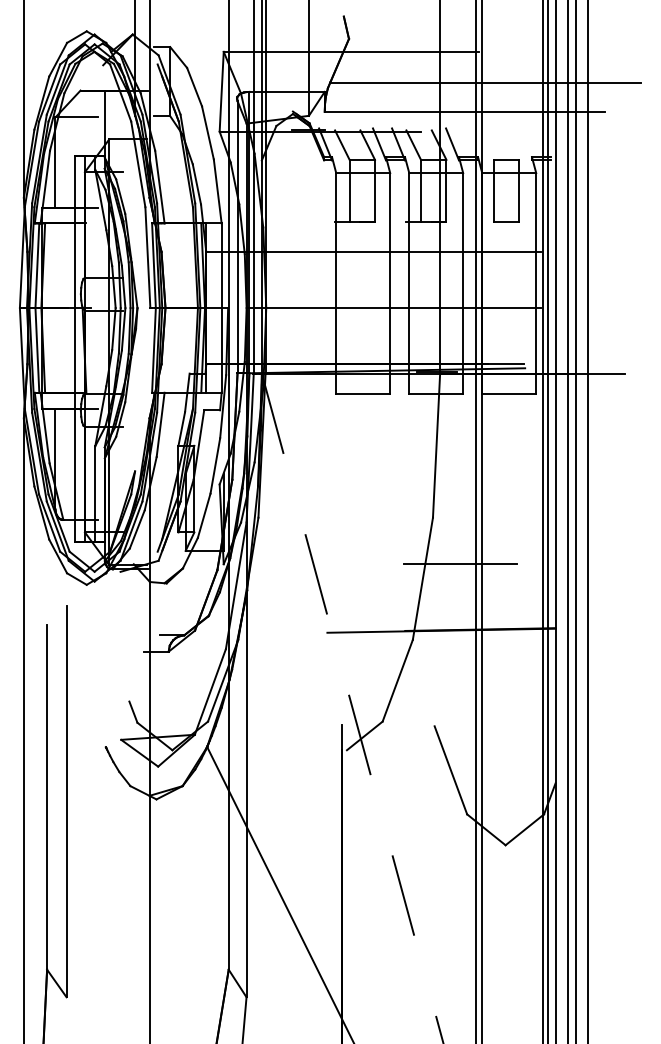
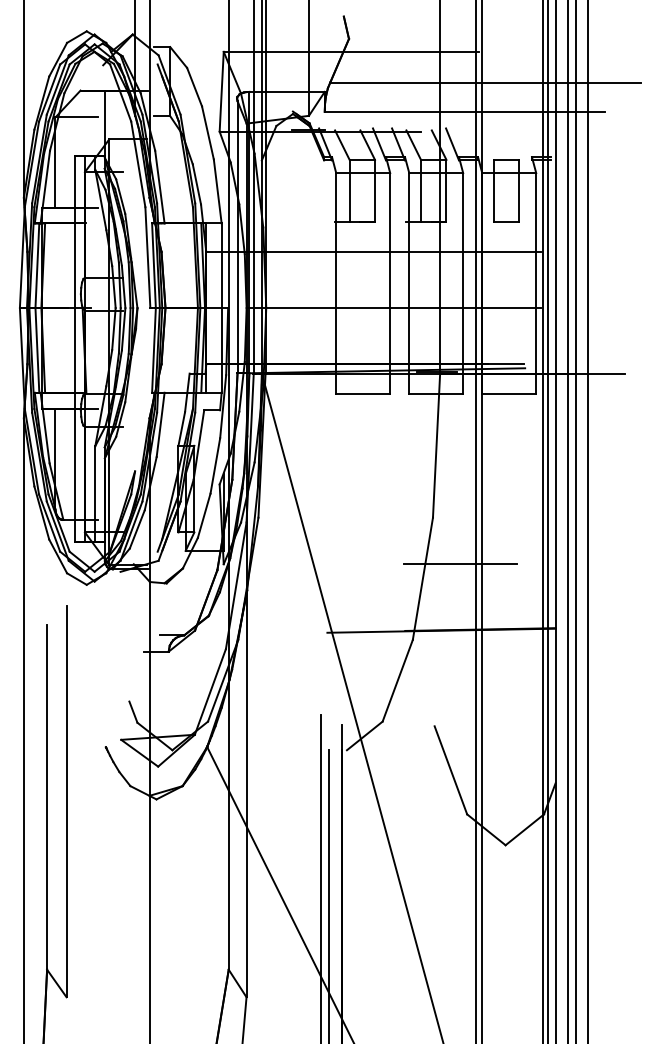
line at (352, 708): dashed -> solid
line at (320, 877): none -> present
line at (328, 895): none -> present
